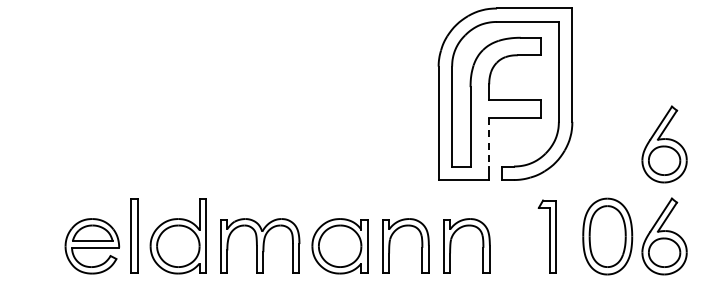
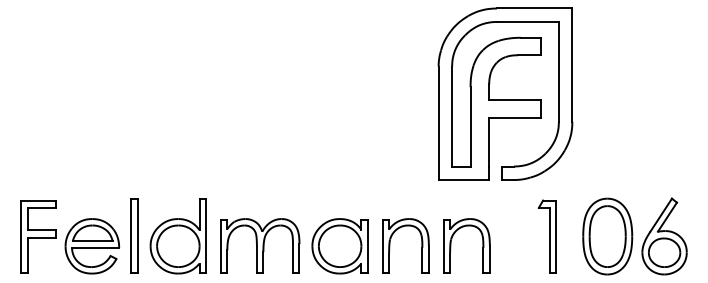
line at (489, 142): dashed -> solid
part at (664, 144): present -> none
part at (38, 236): none -> present
